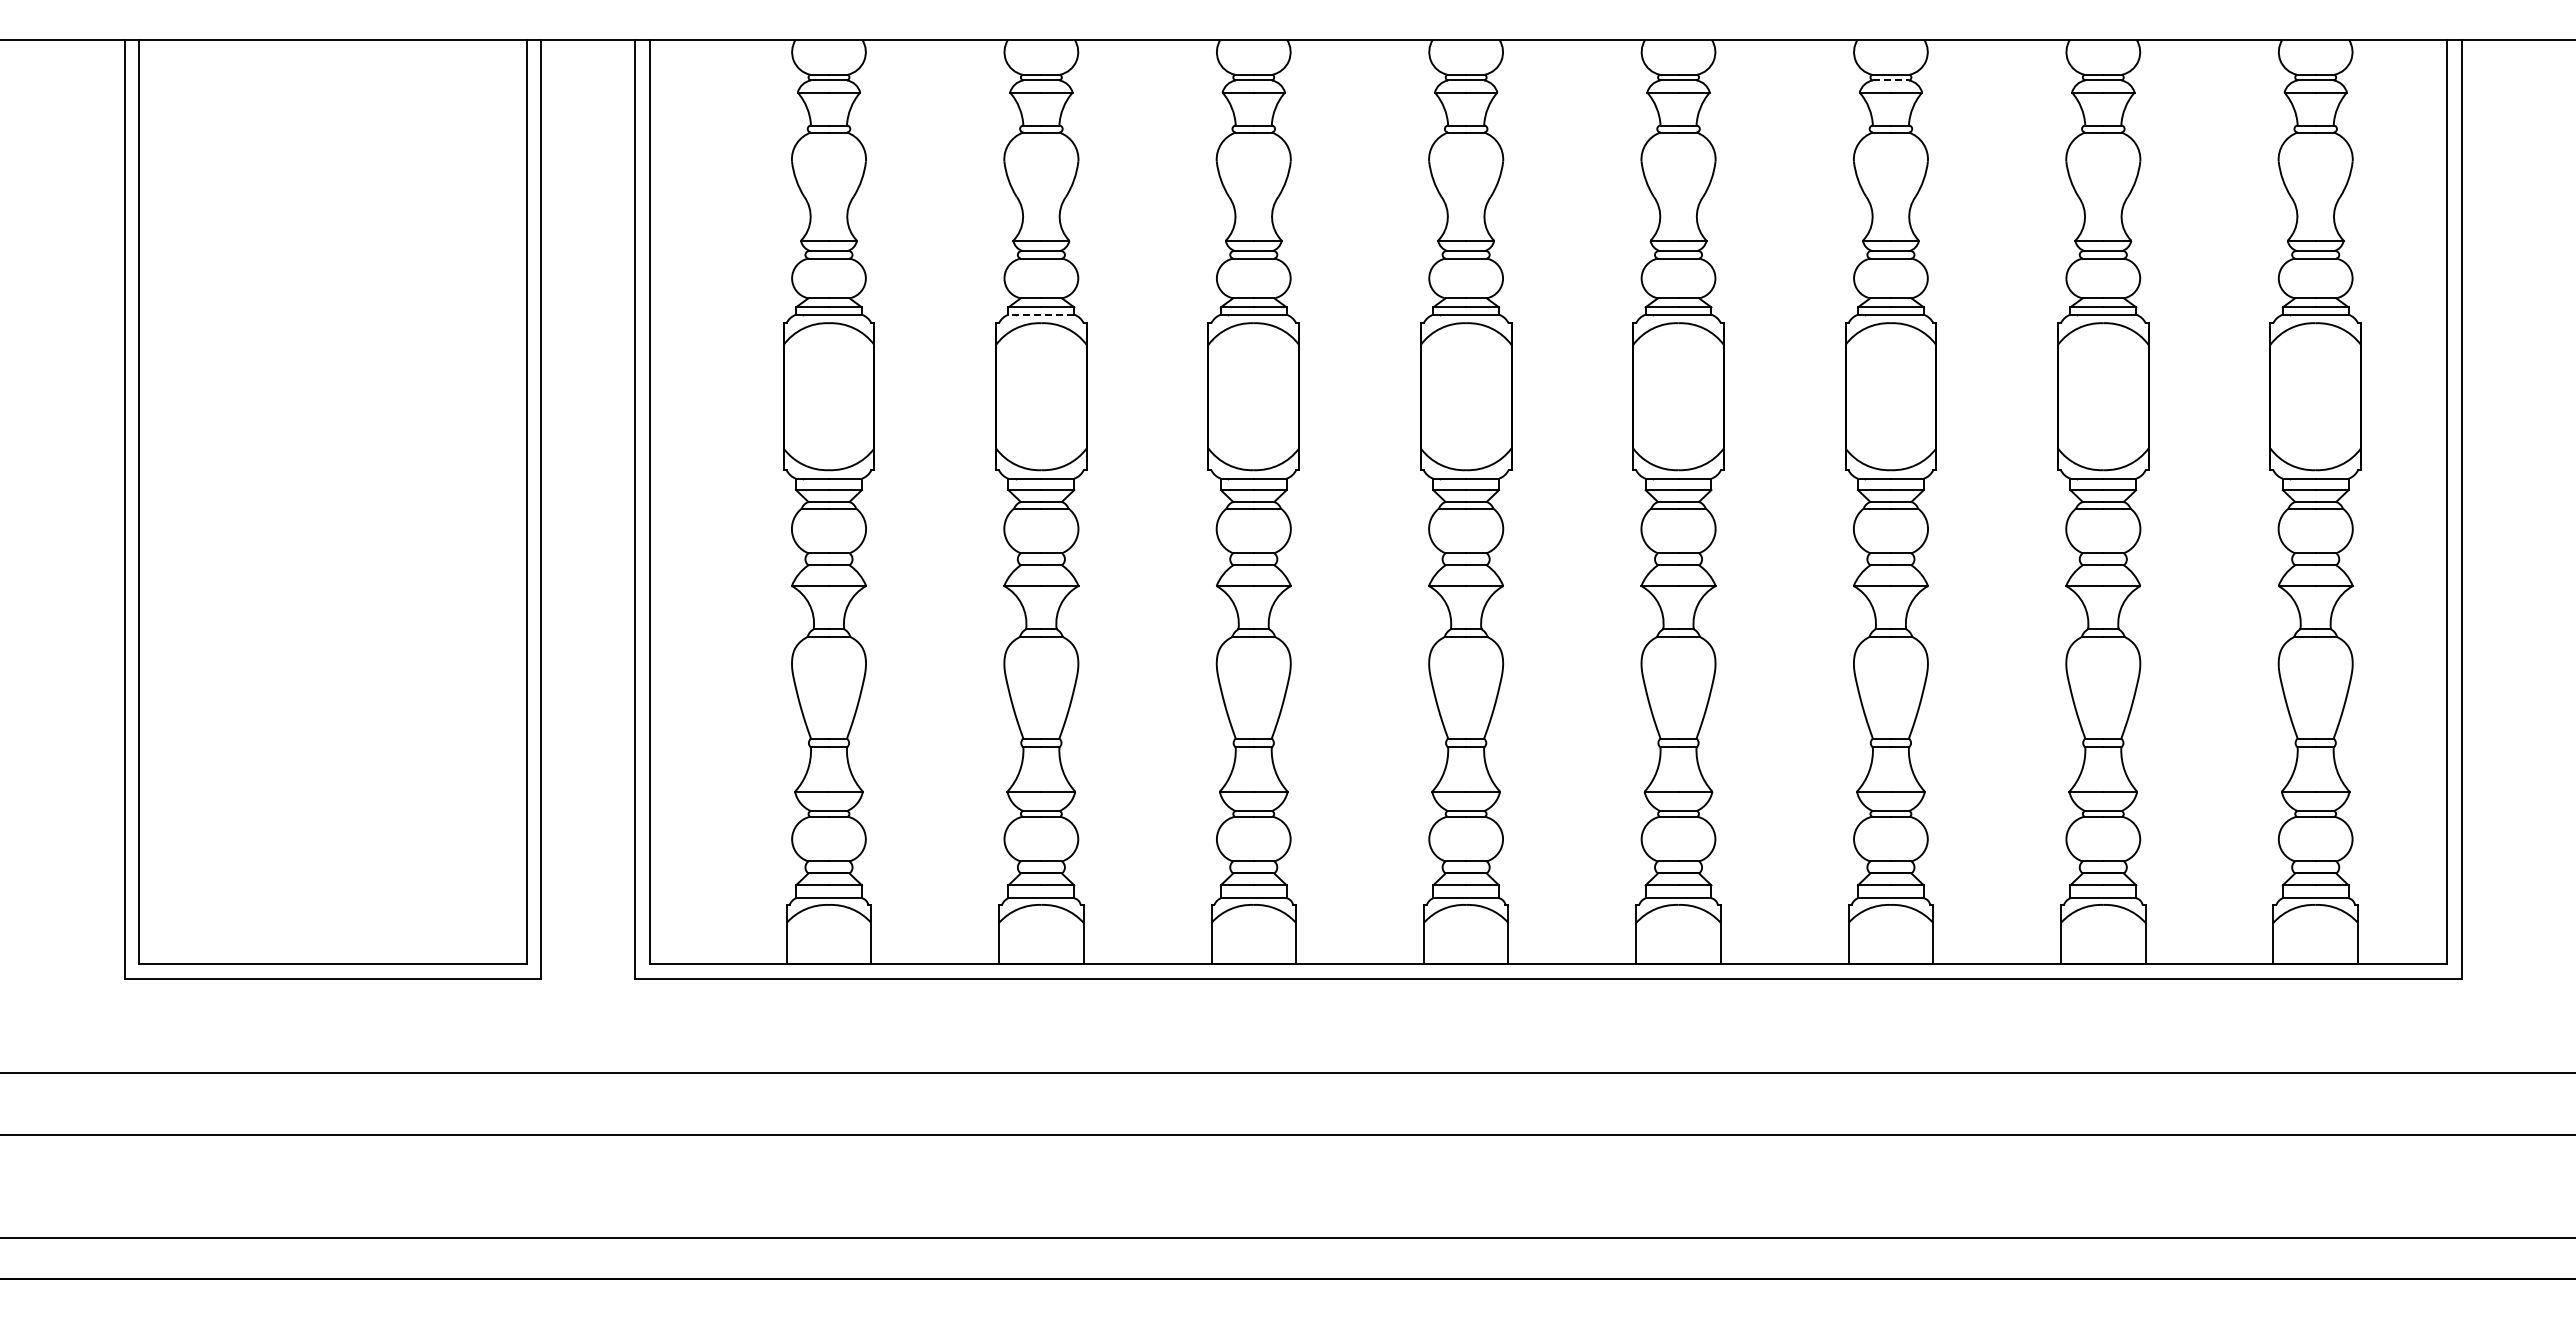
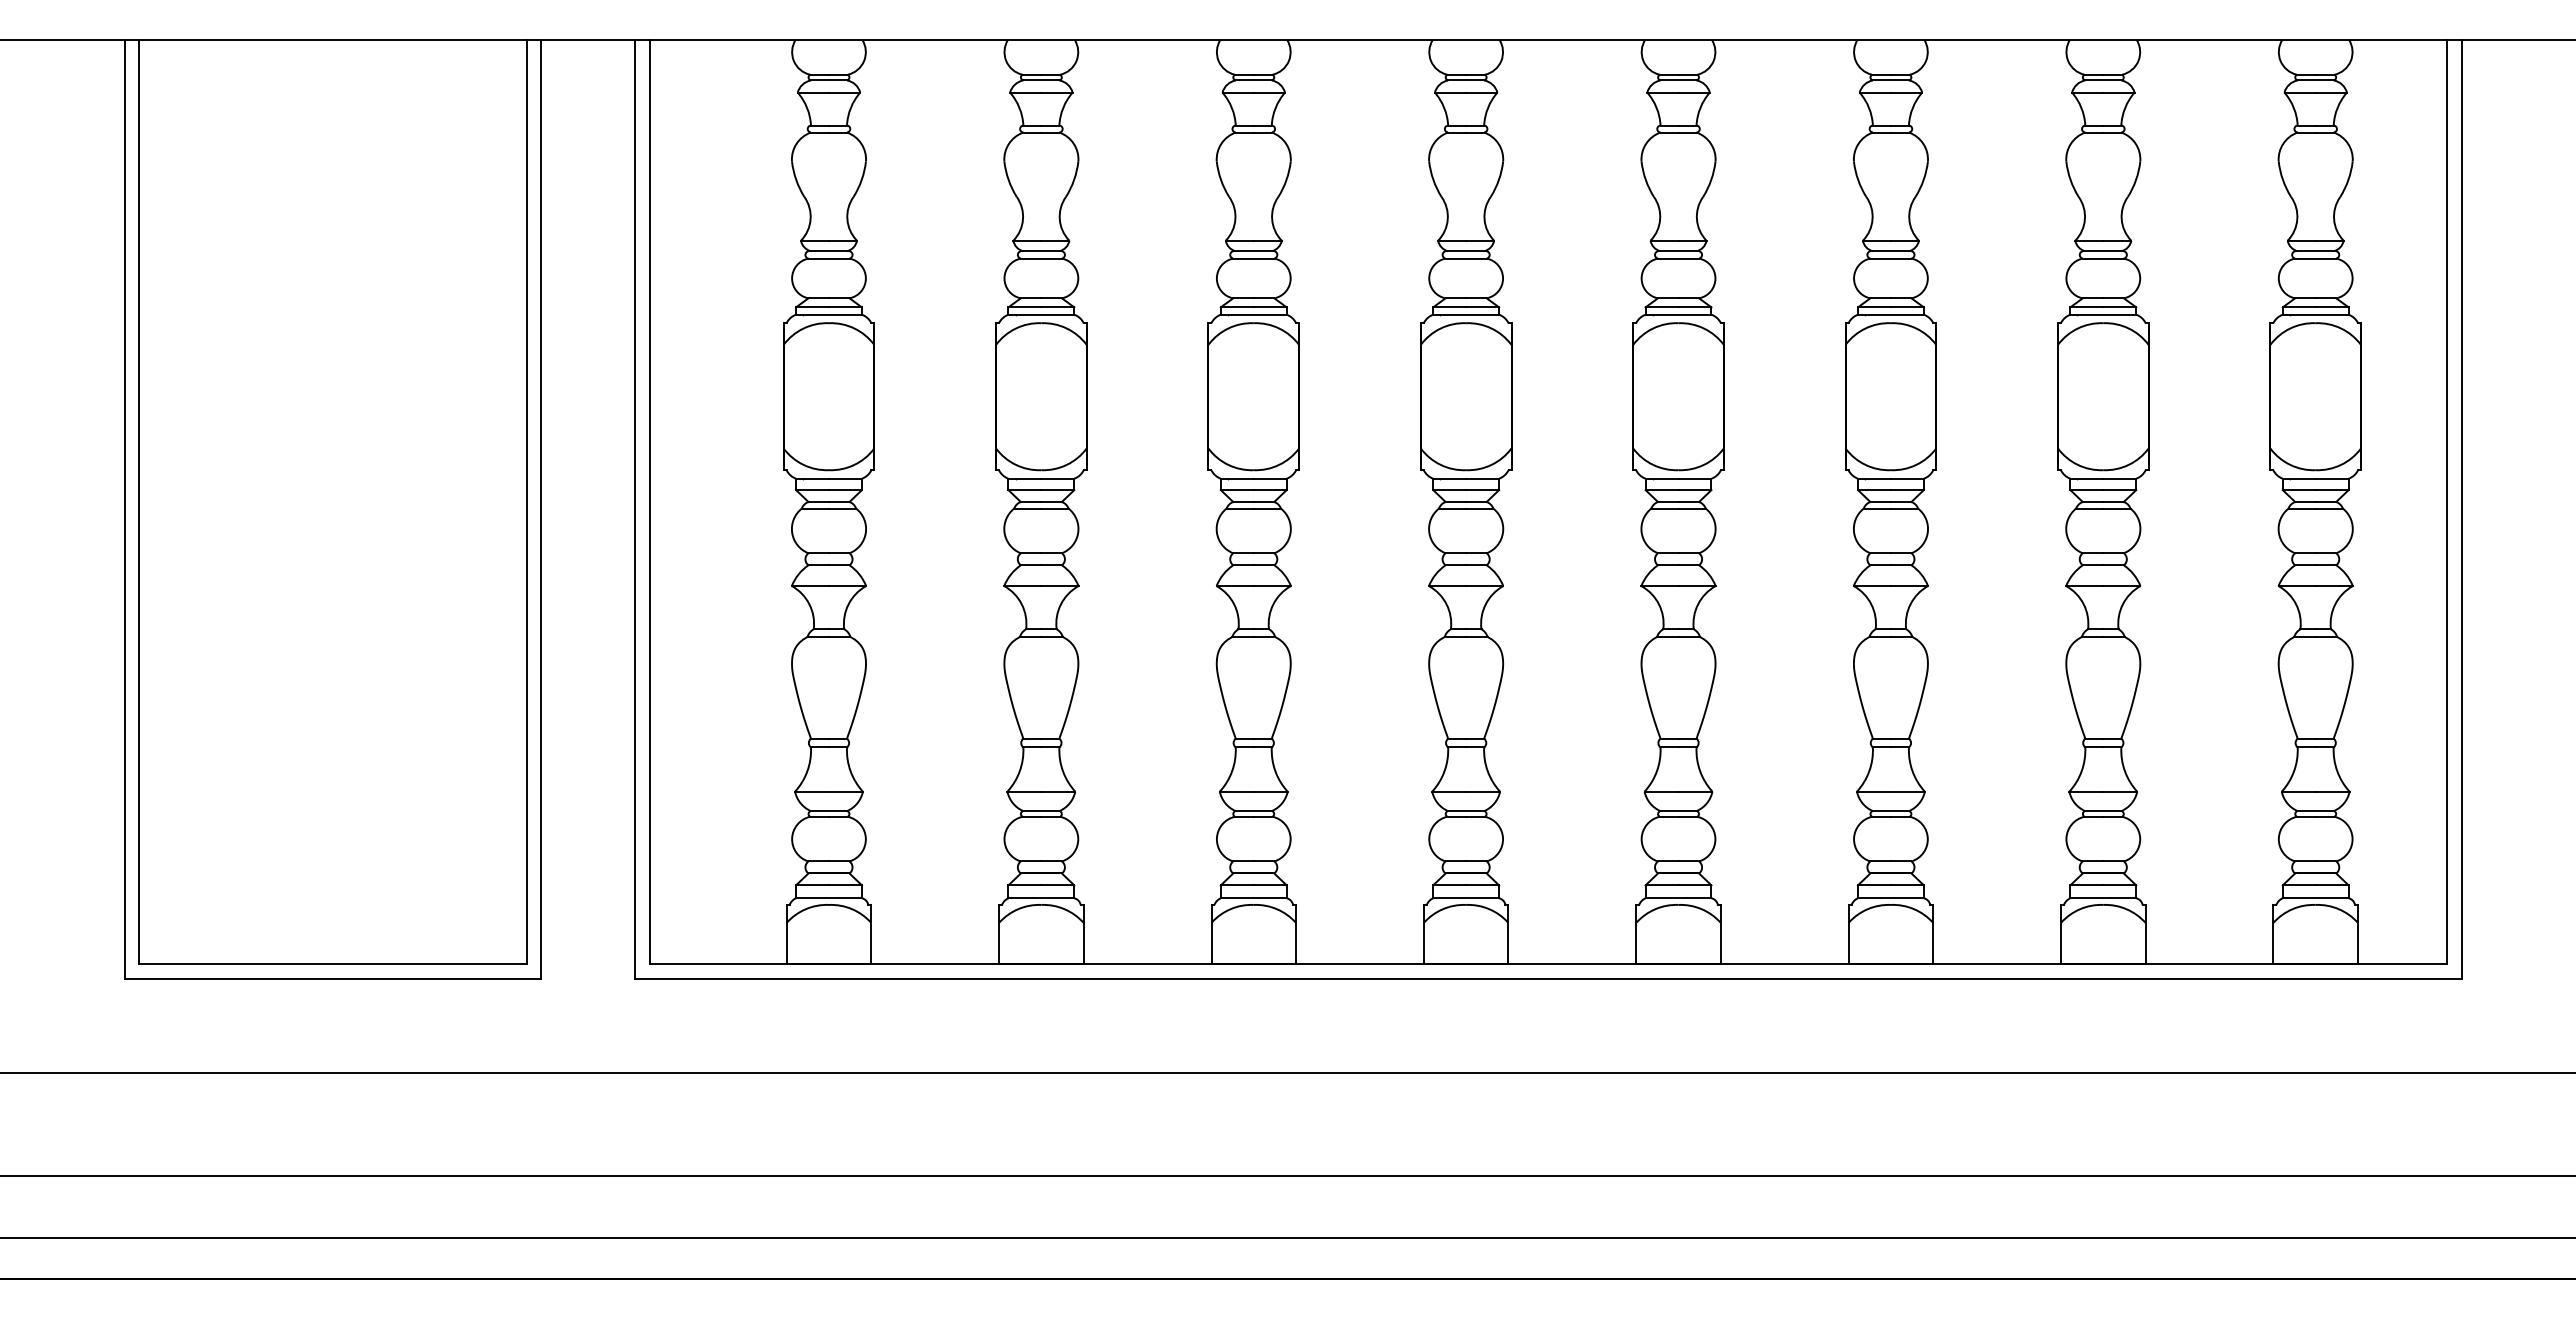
line at (1891, 80): dashed -> solid
line at (1041, 314): dashed -> solid
line at (1287, 1135) position: (1287, 1135) -> (1287, 1176)
